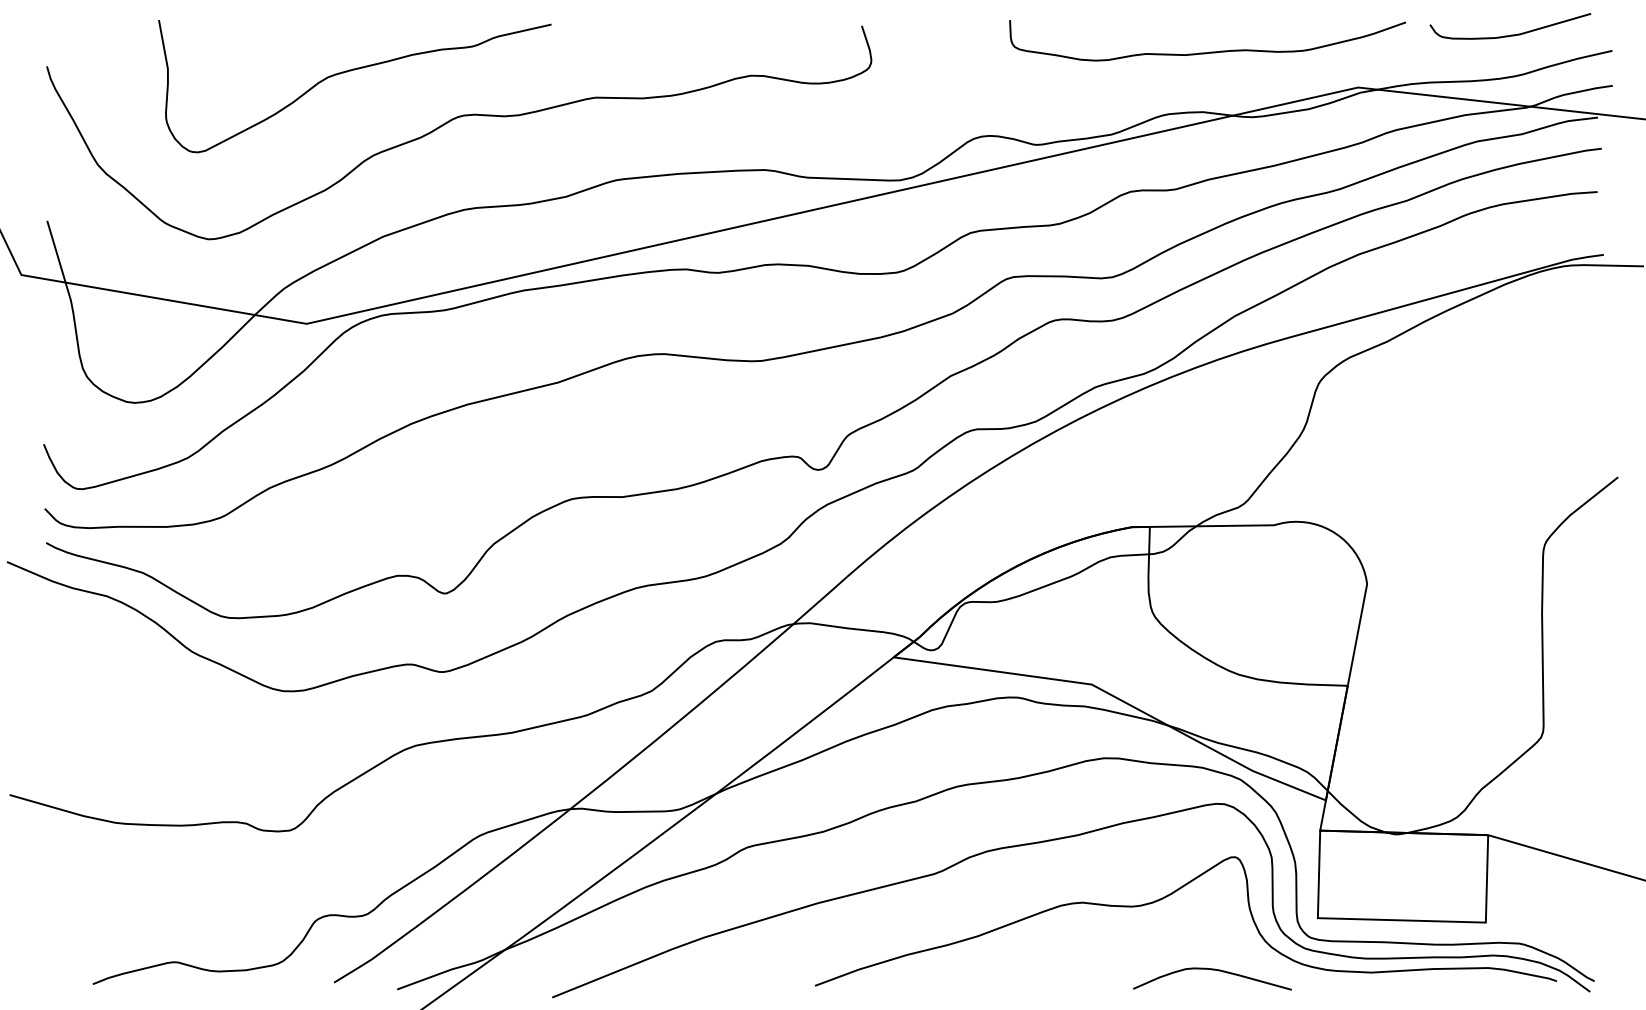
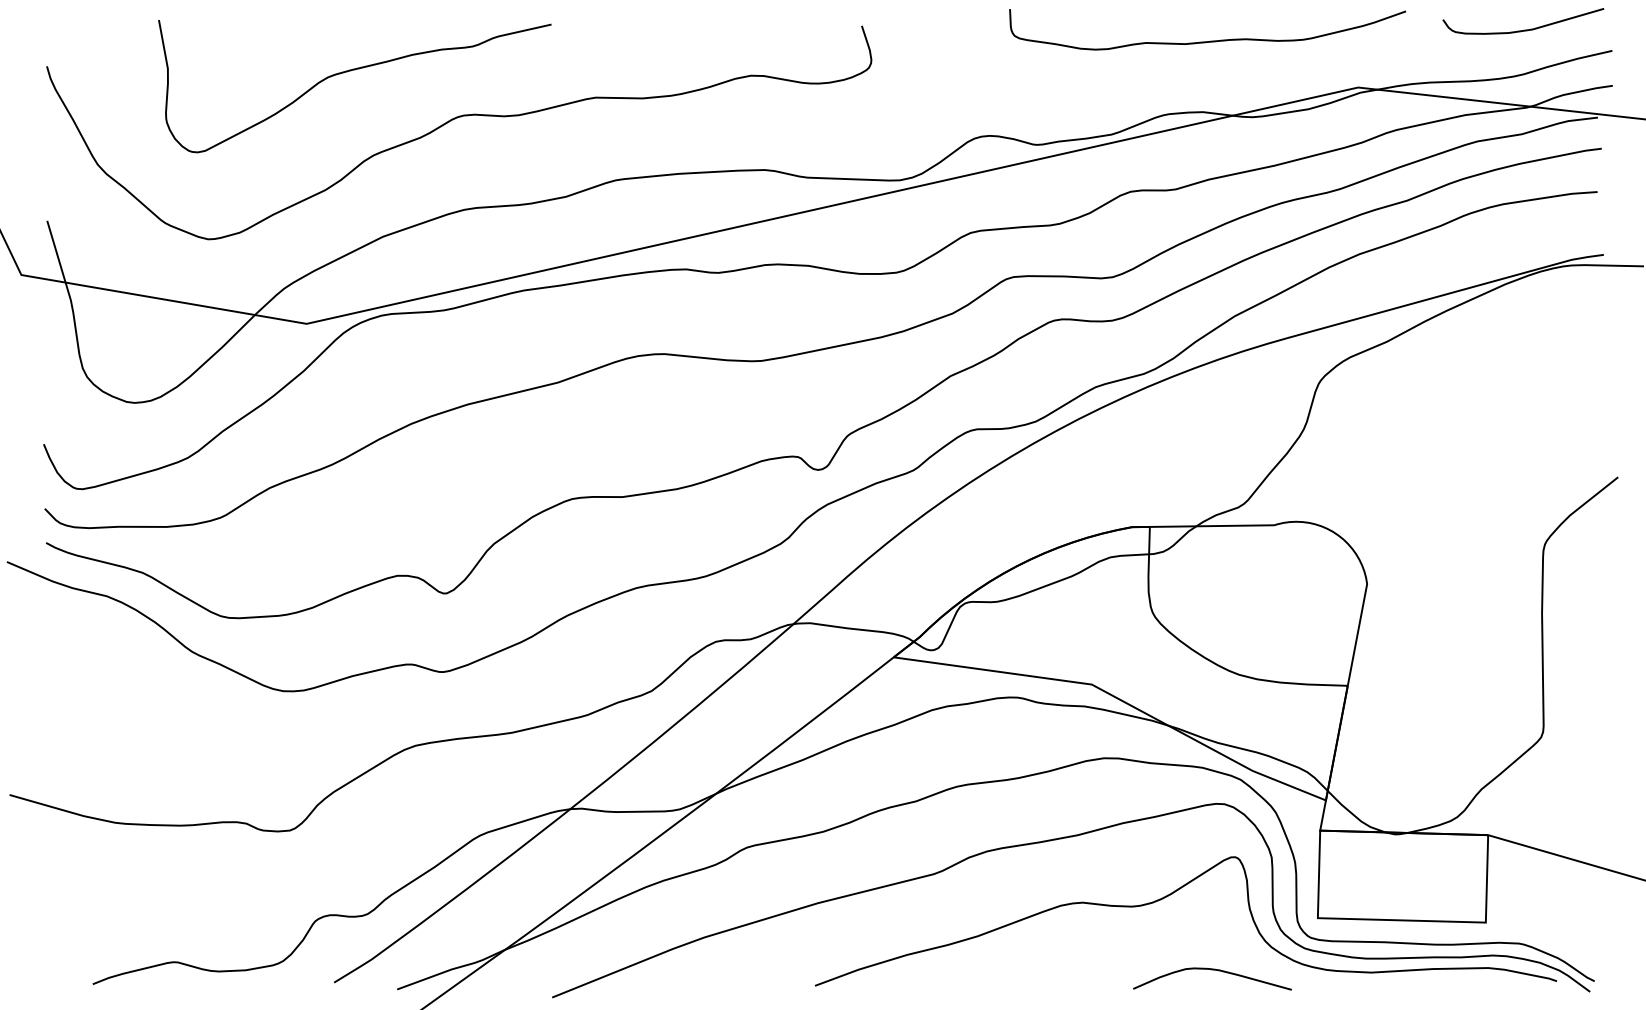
curve at (1510, 34) position: (1510, 34) -> (1523, 29)
curve at (1210, 51) position: (1210, 51) -> (1210, 40)
